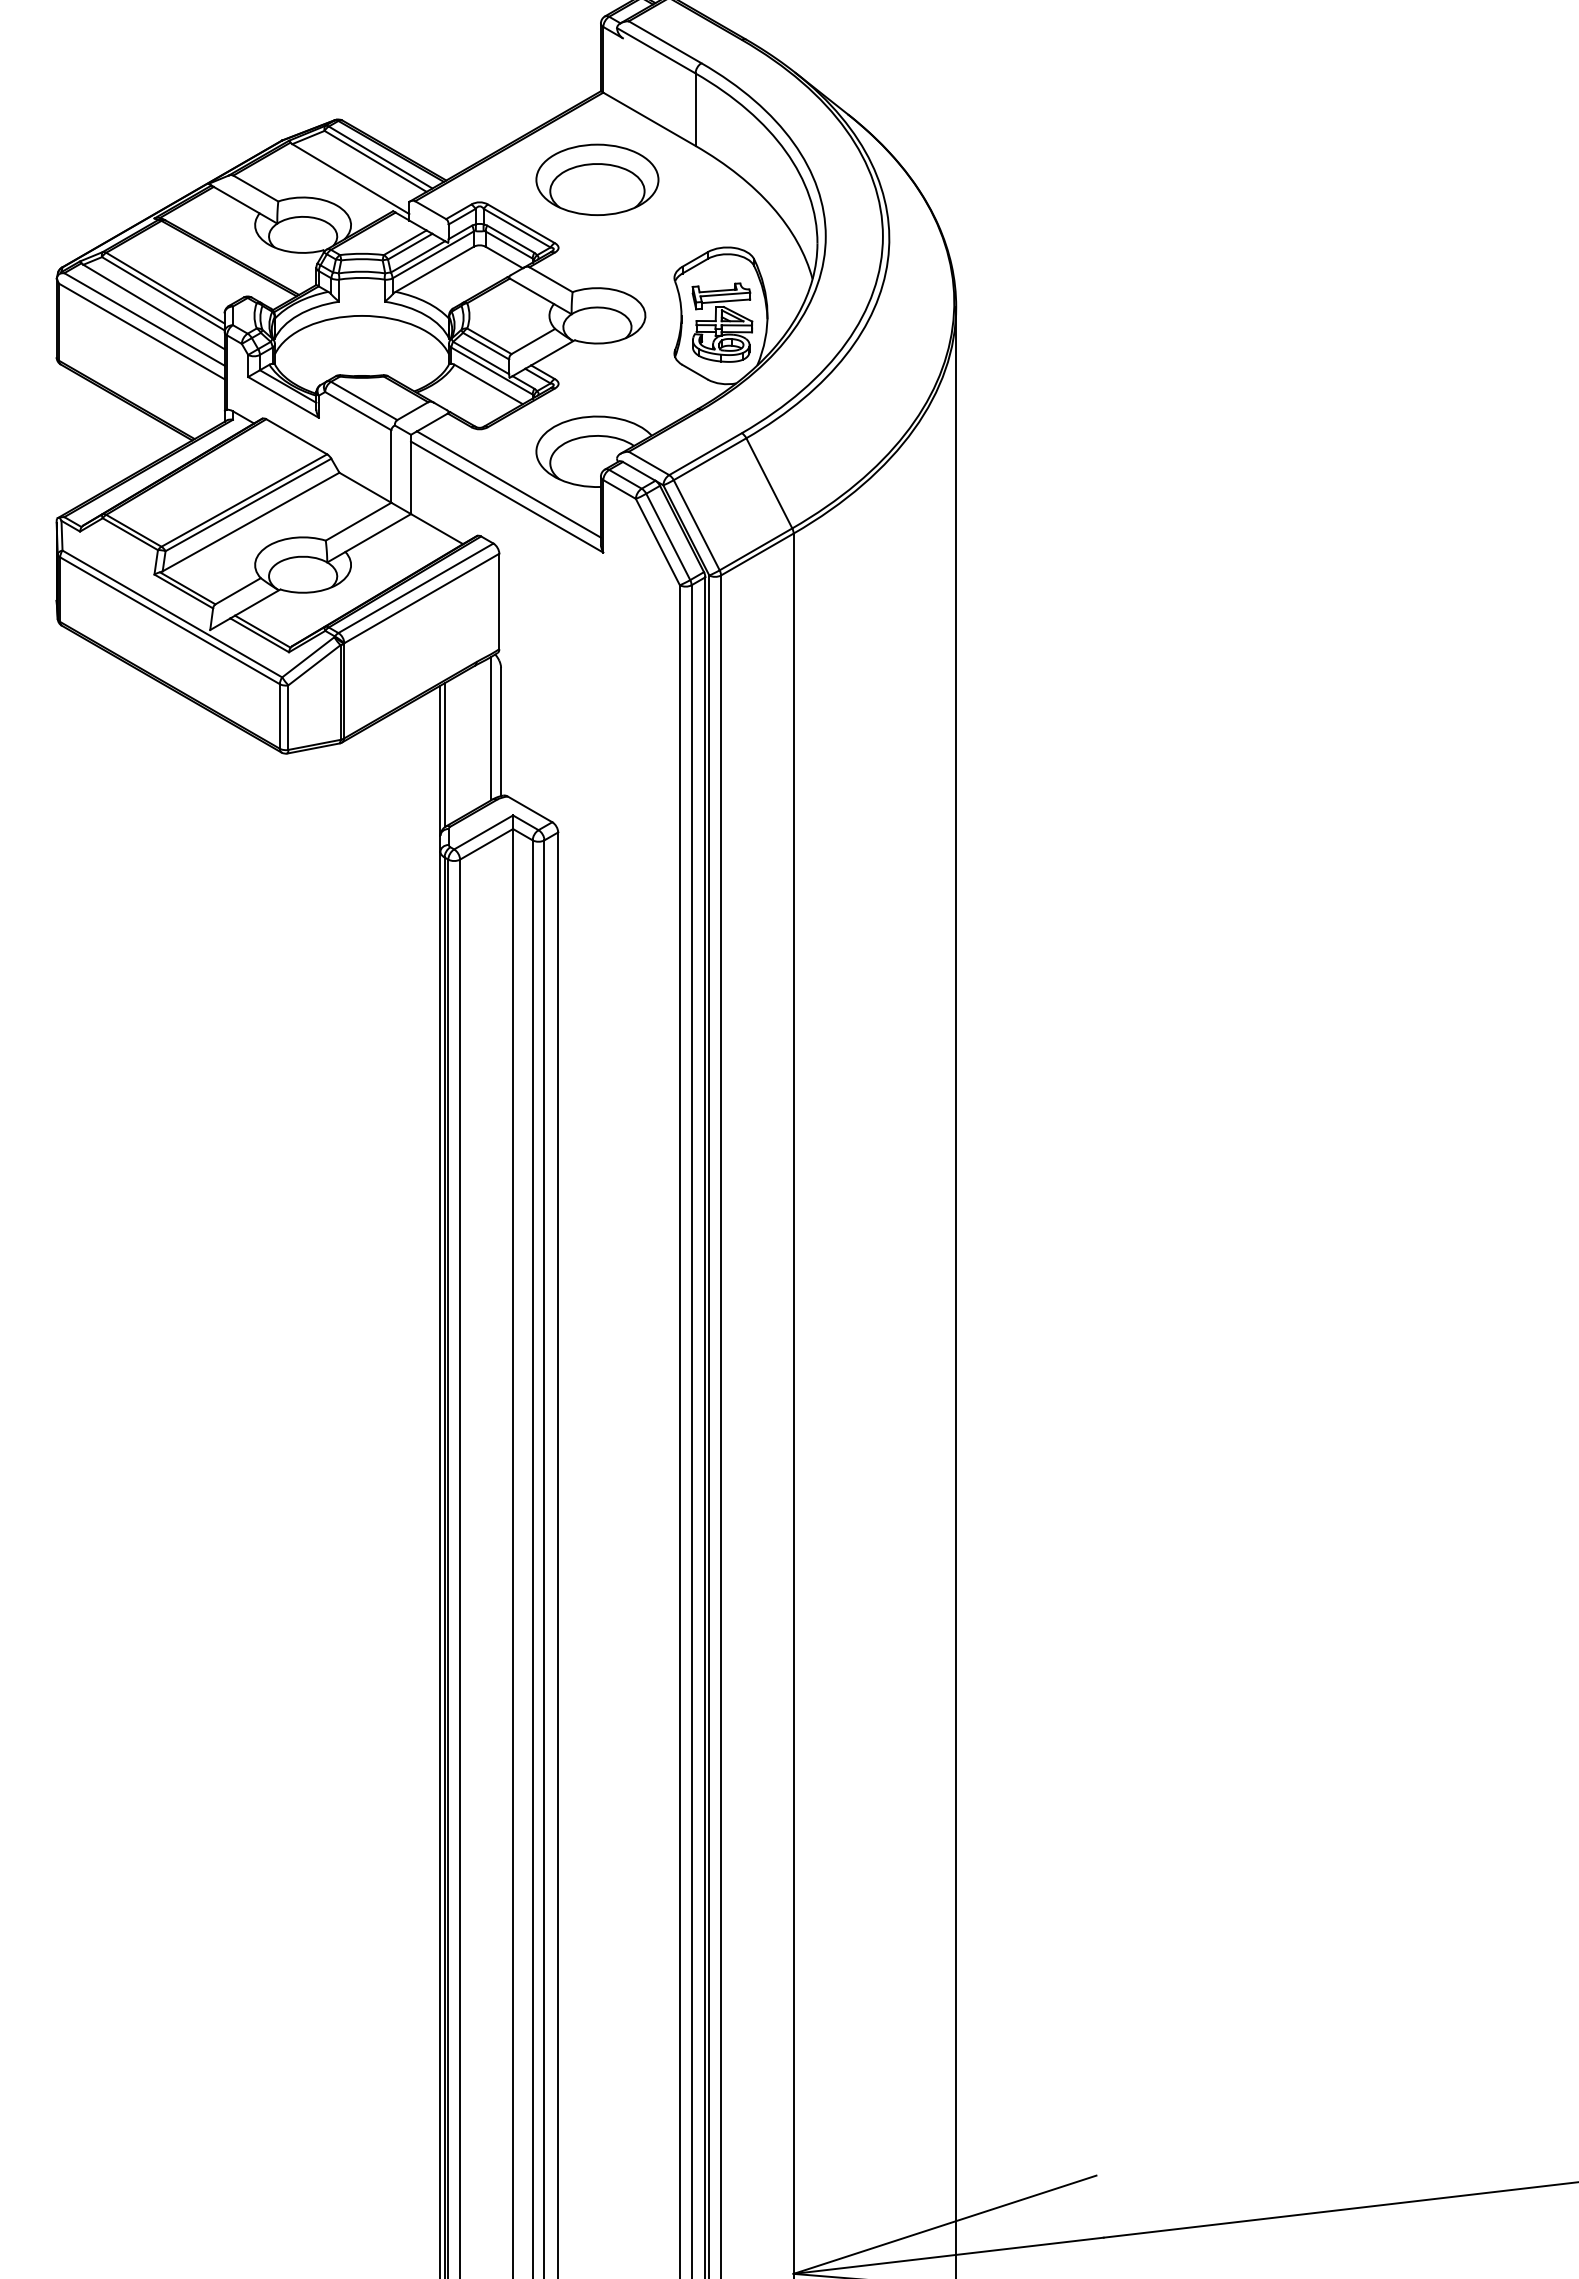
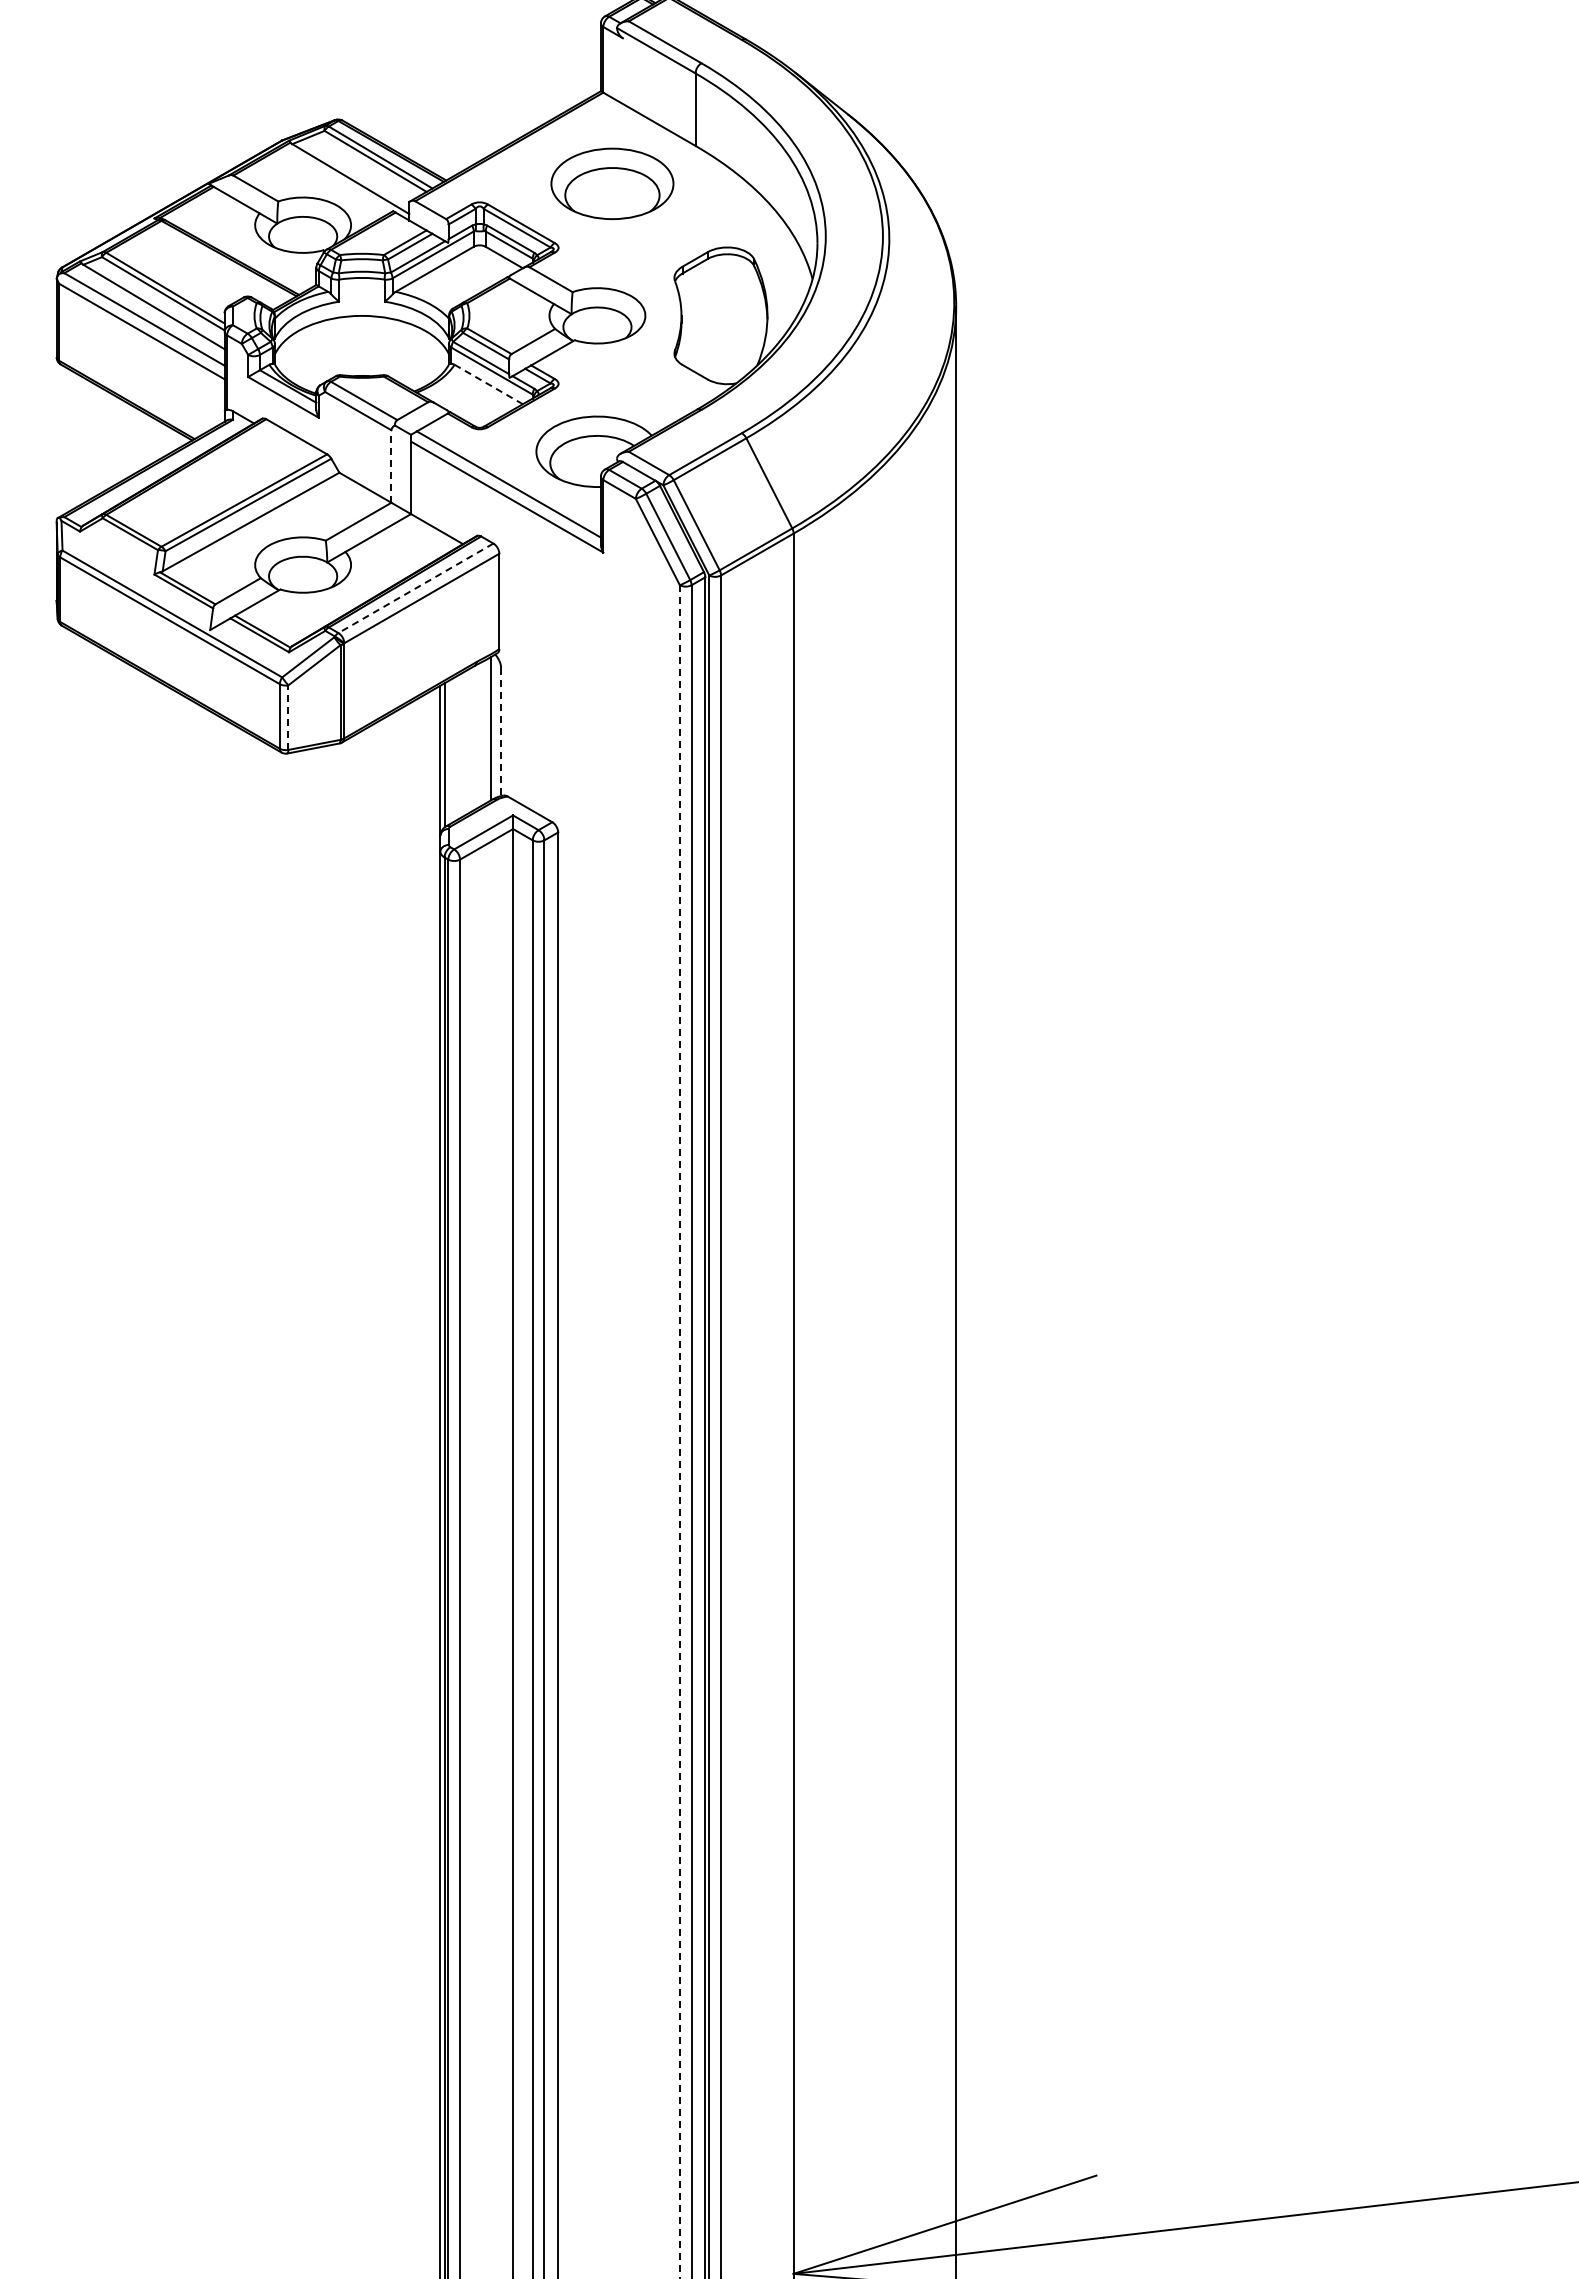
part at (597, 179) position: (597, 179) -> (612, 183)
part at (722, 322): present -> none
line at (489, 384): solid -> dashed
line at (391, 466): solid -> dashed
line at (415, 588): solid -> dashed
line at (288, 717): solid -> dashed
line at (501, 732): solid -> dashed
line at (679, 1432): solid -> dashed
